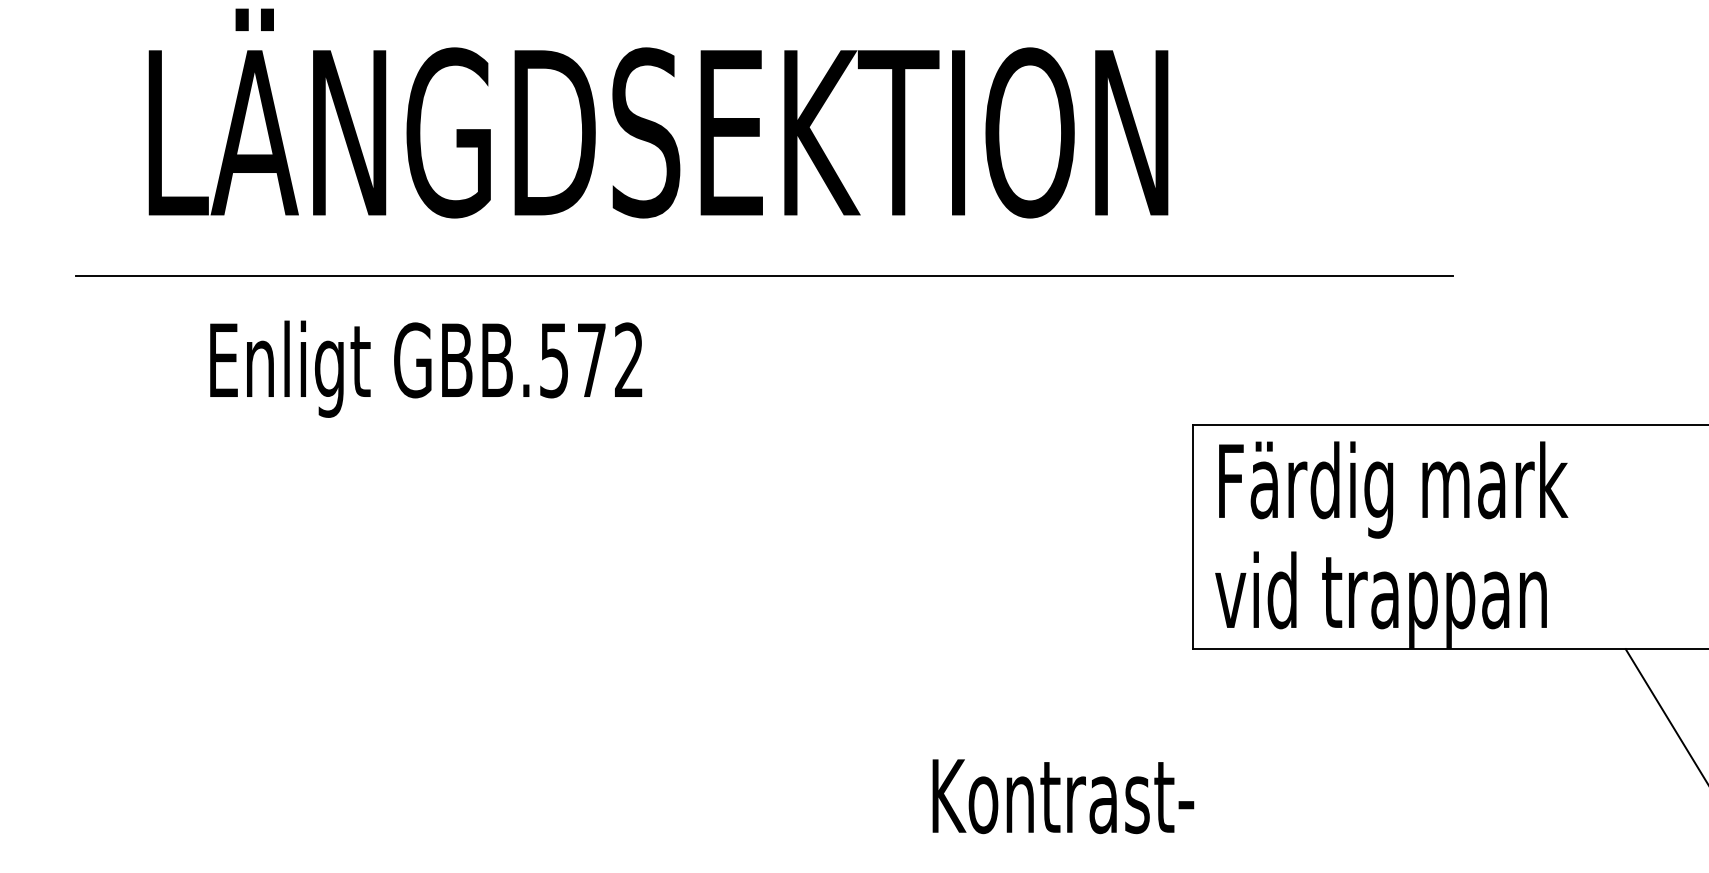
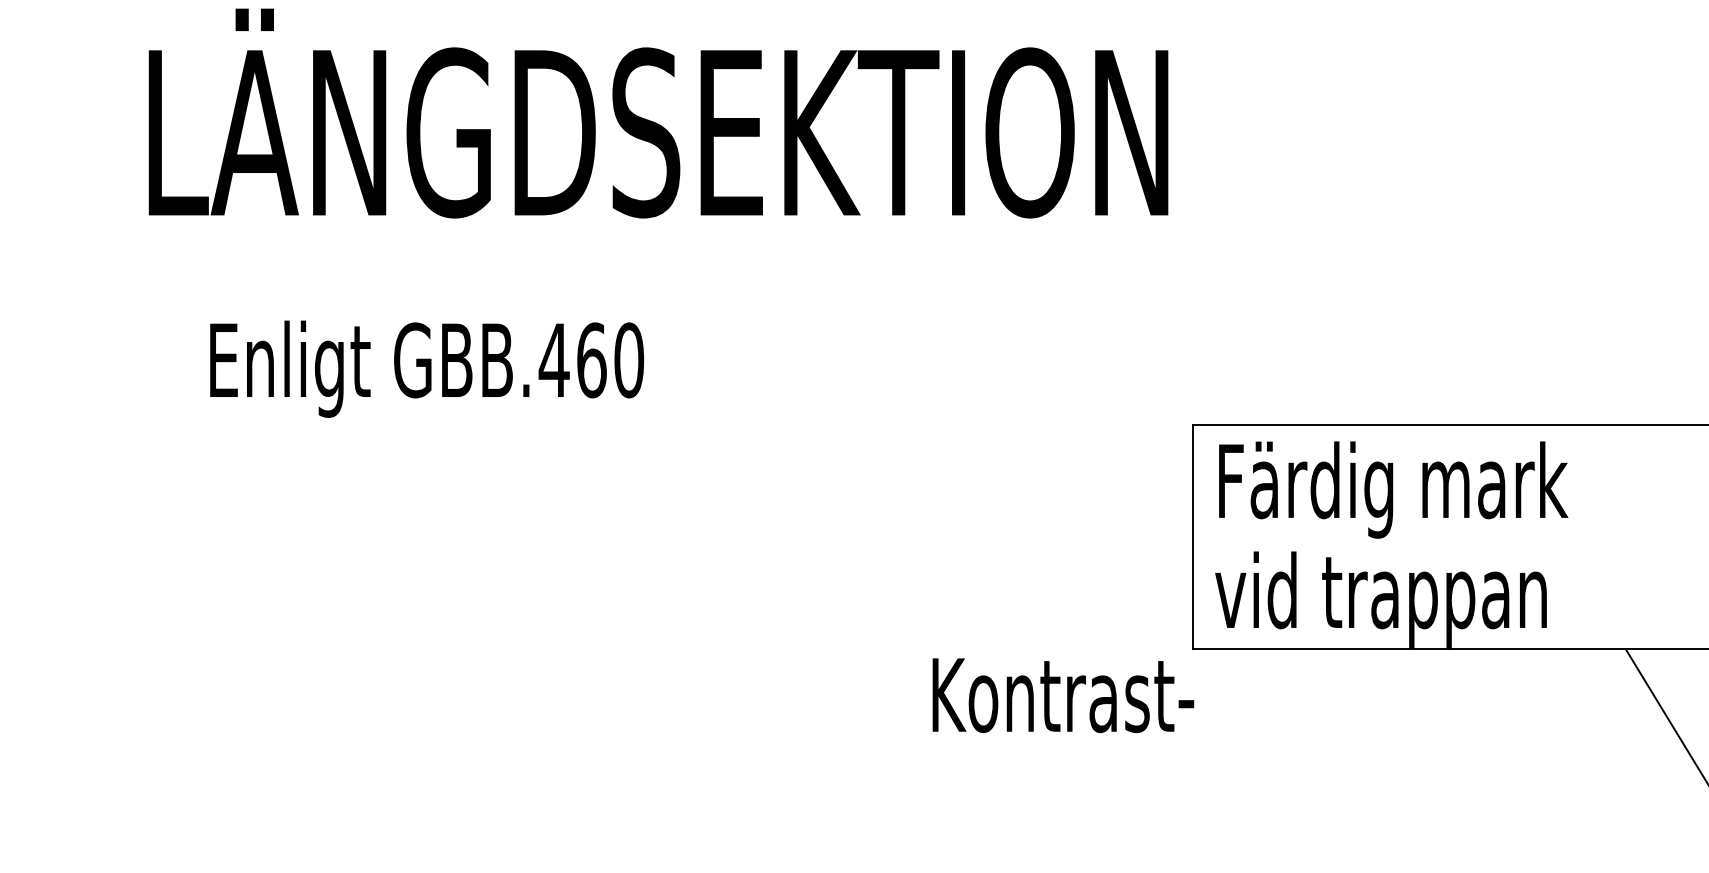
line at (764, 275): present -> none
text at (591, 360): GBB.572 -> GBB.460
text at (1063, 796) position: (1063, 796) -> (1063, 695)
